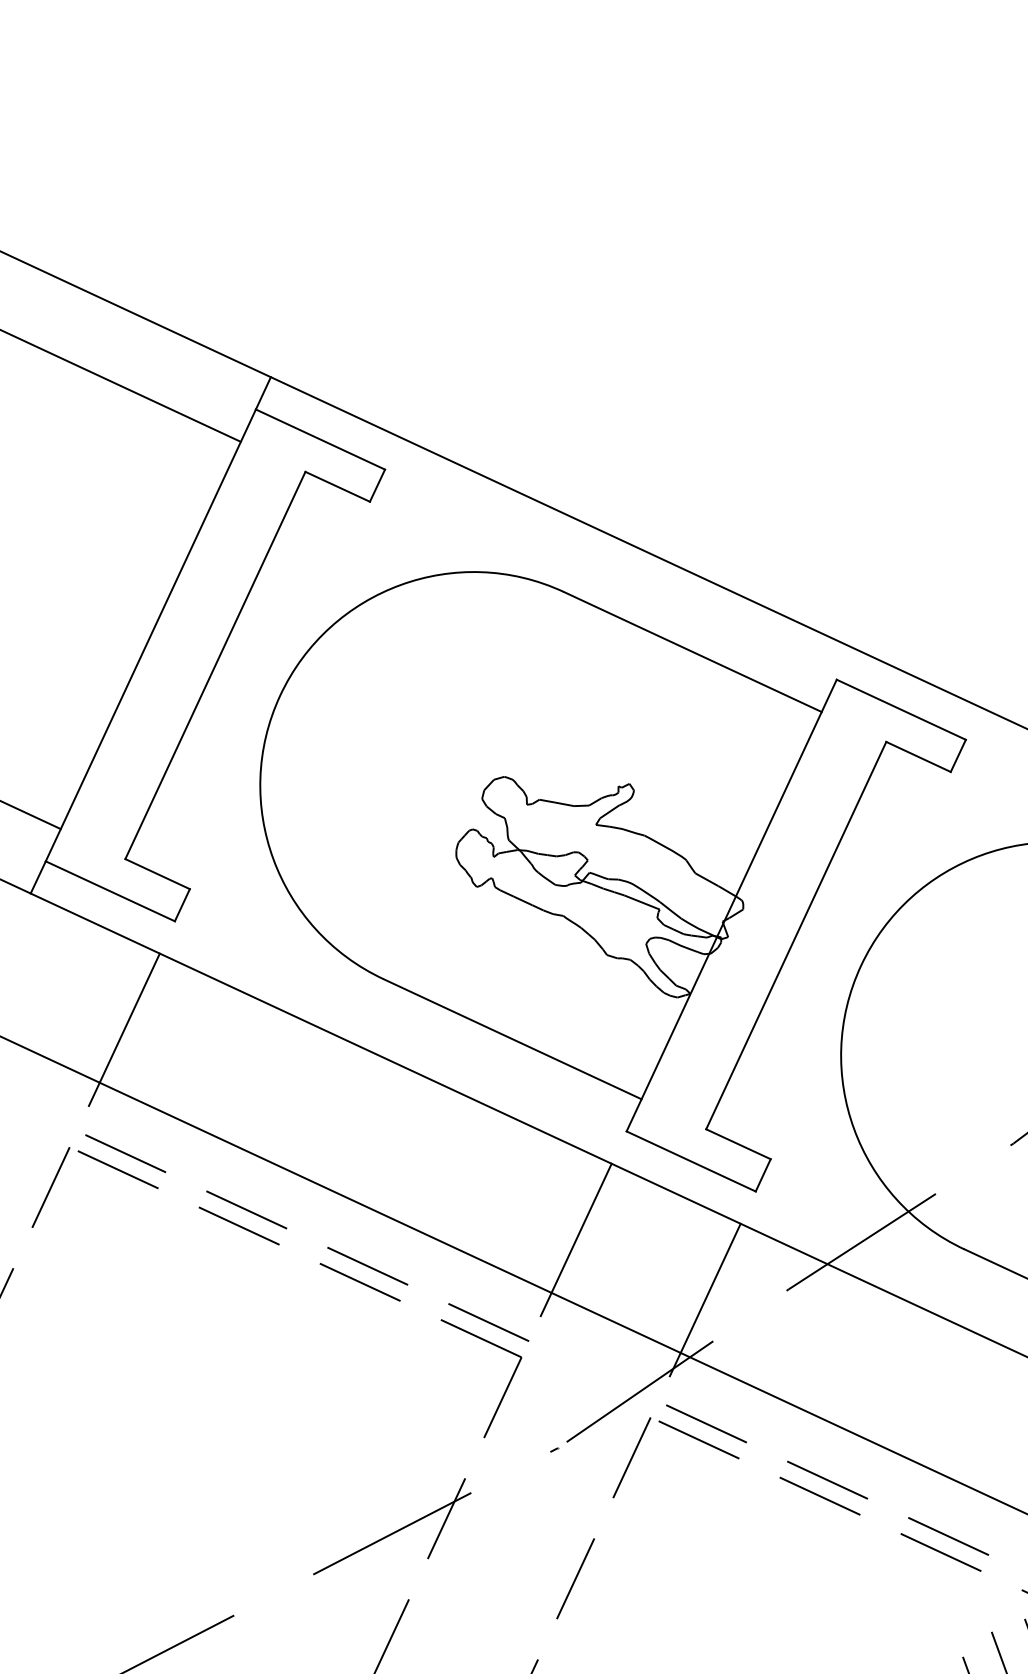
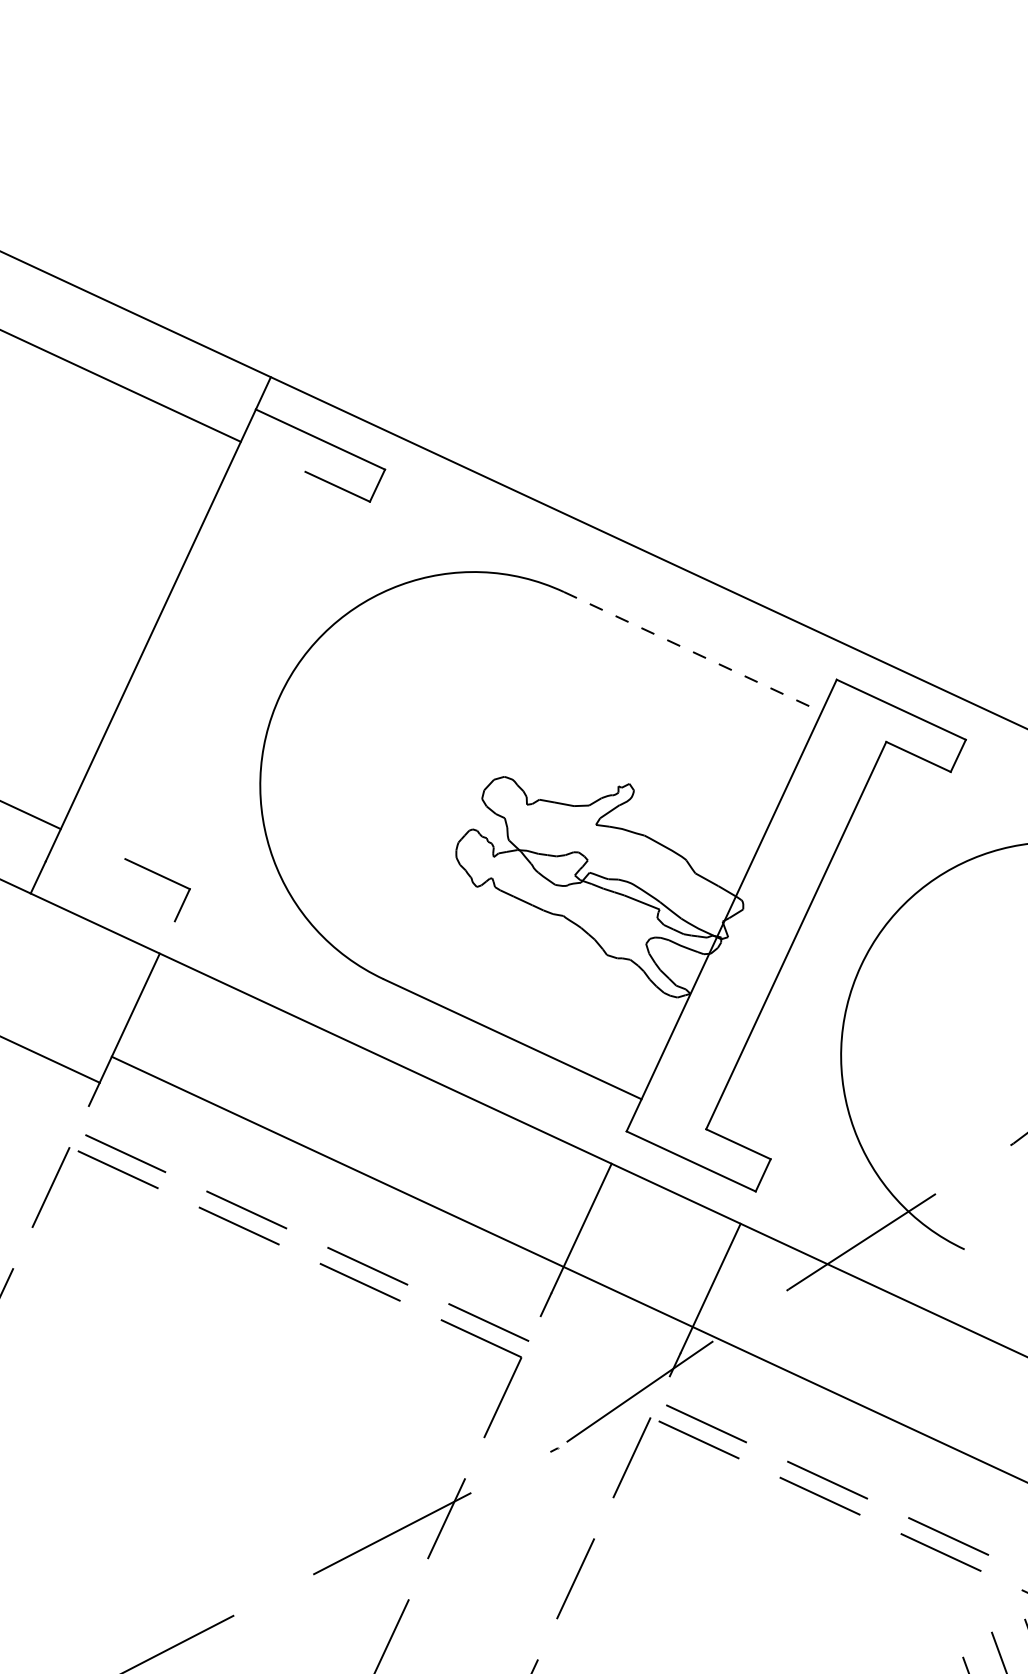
line at (693, 652): solid -> dashed
line at (215, 665): present -> none
line at (109, 891): present -> none
line at (994, 1263): present -> none
line at (561, 1297) position: (561, 1297) -> (567, 1268)
